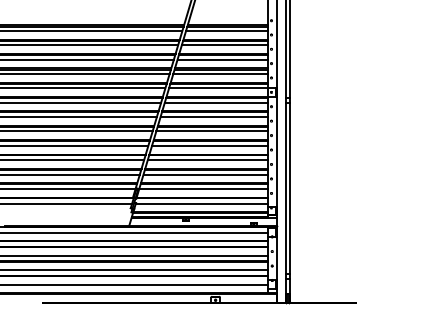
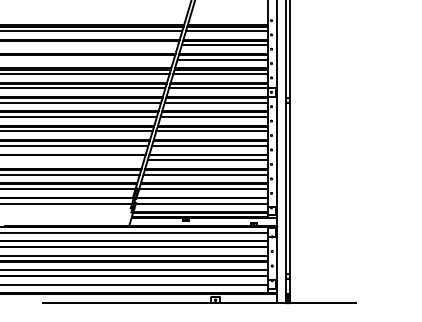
line at (90, 45): present -> none
line at (87, 59): present -> none
line at (73, 160): present -> none
